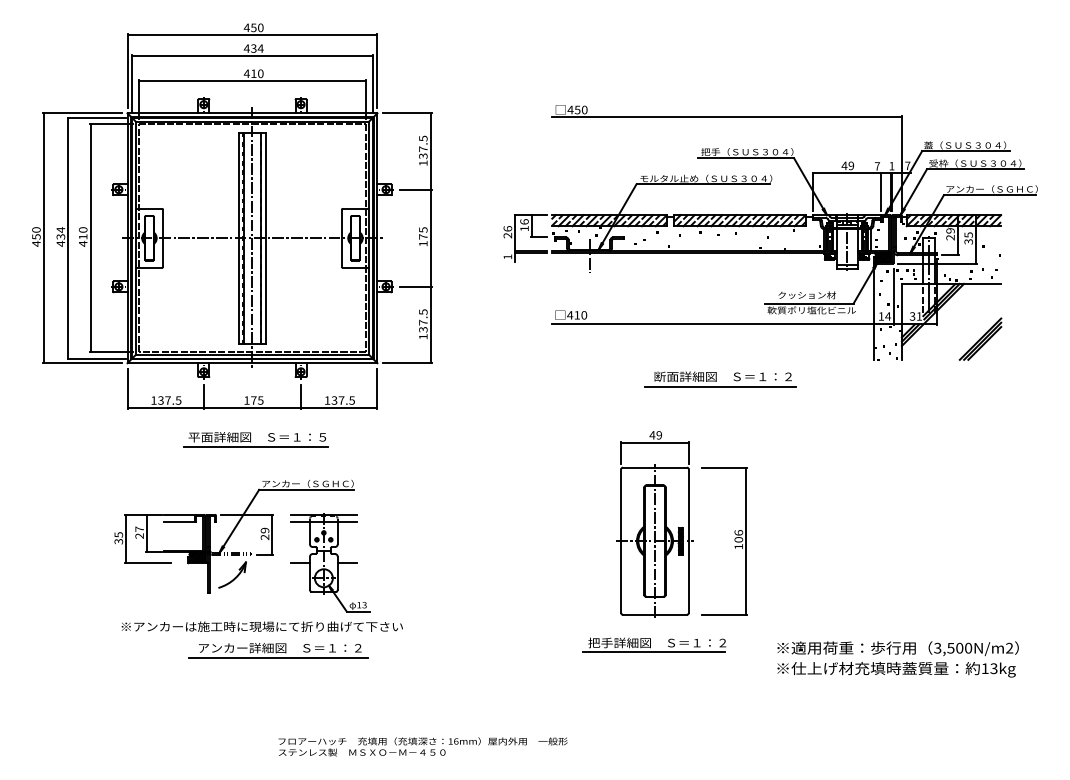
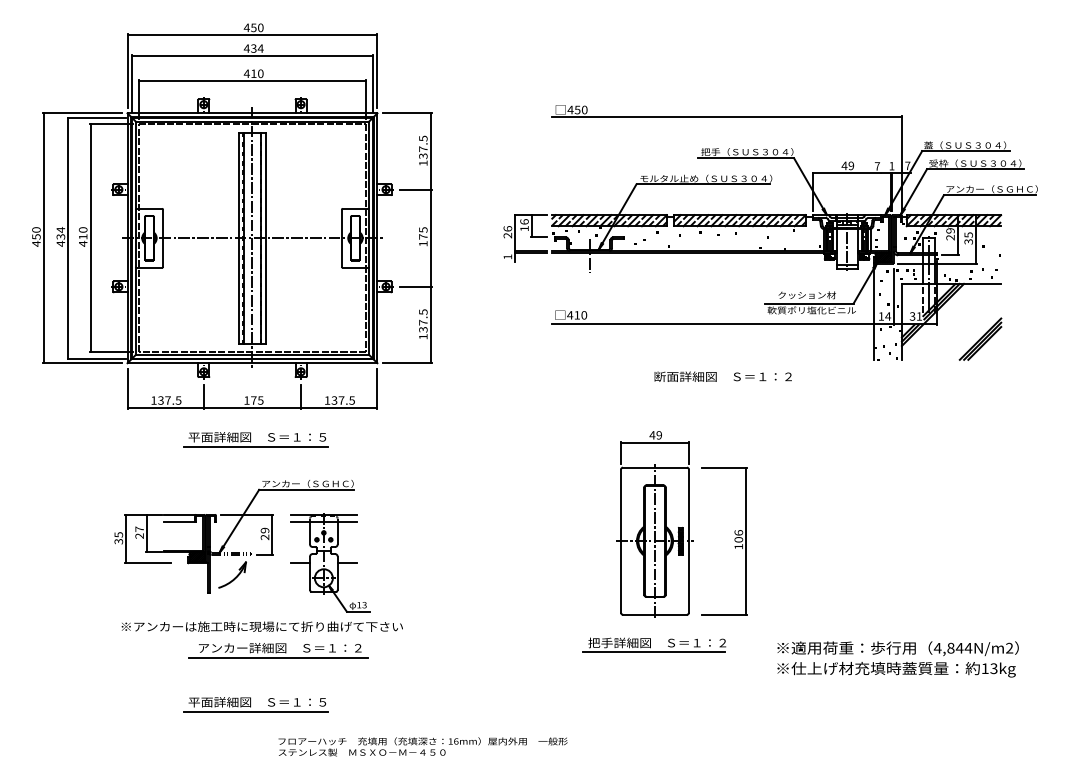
line at (881, 191): present -> none
line at (720, 386): present -> none
text at (952, 647): 3,500N/m2 -> 4,844N/m2
part at (255, 704): none -> present
